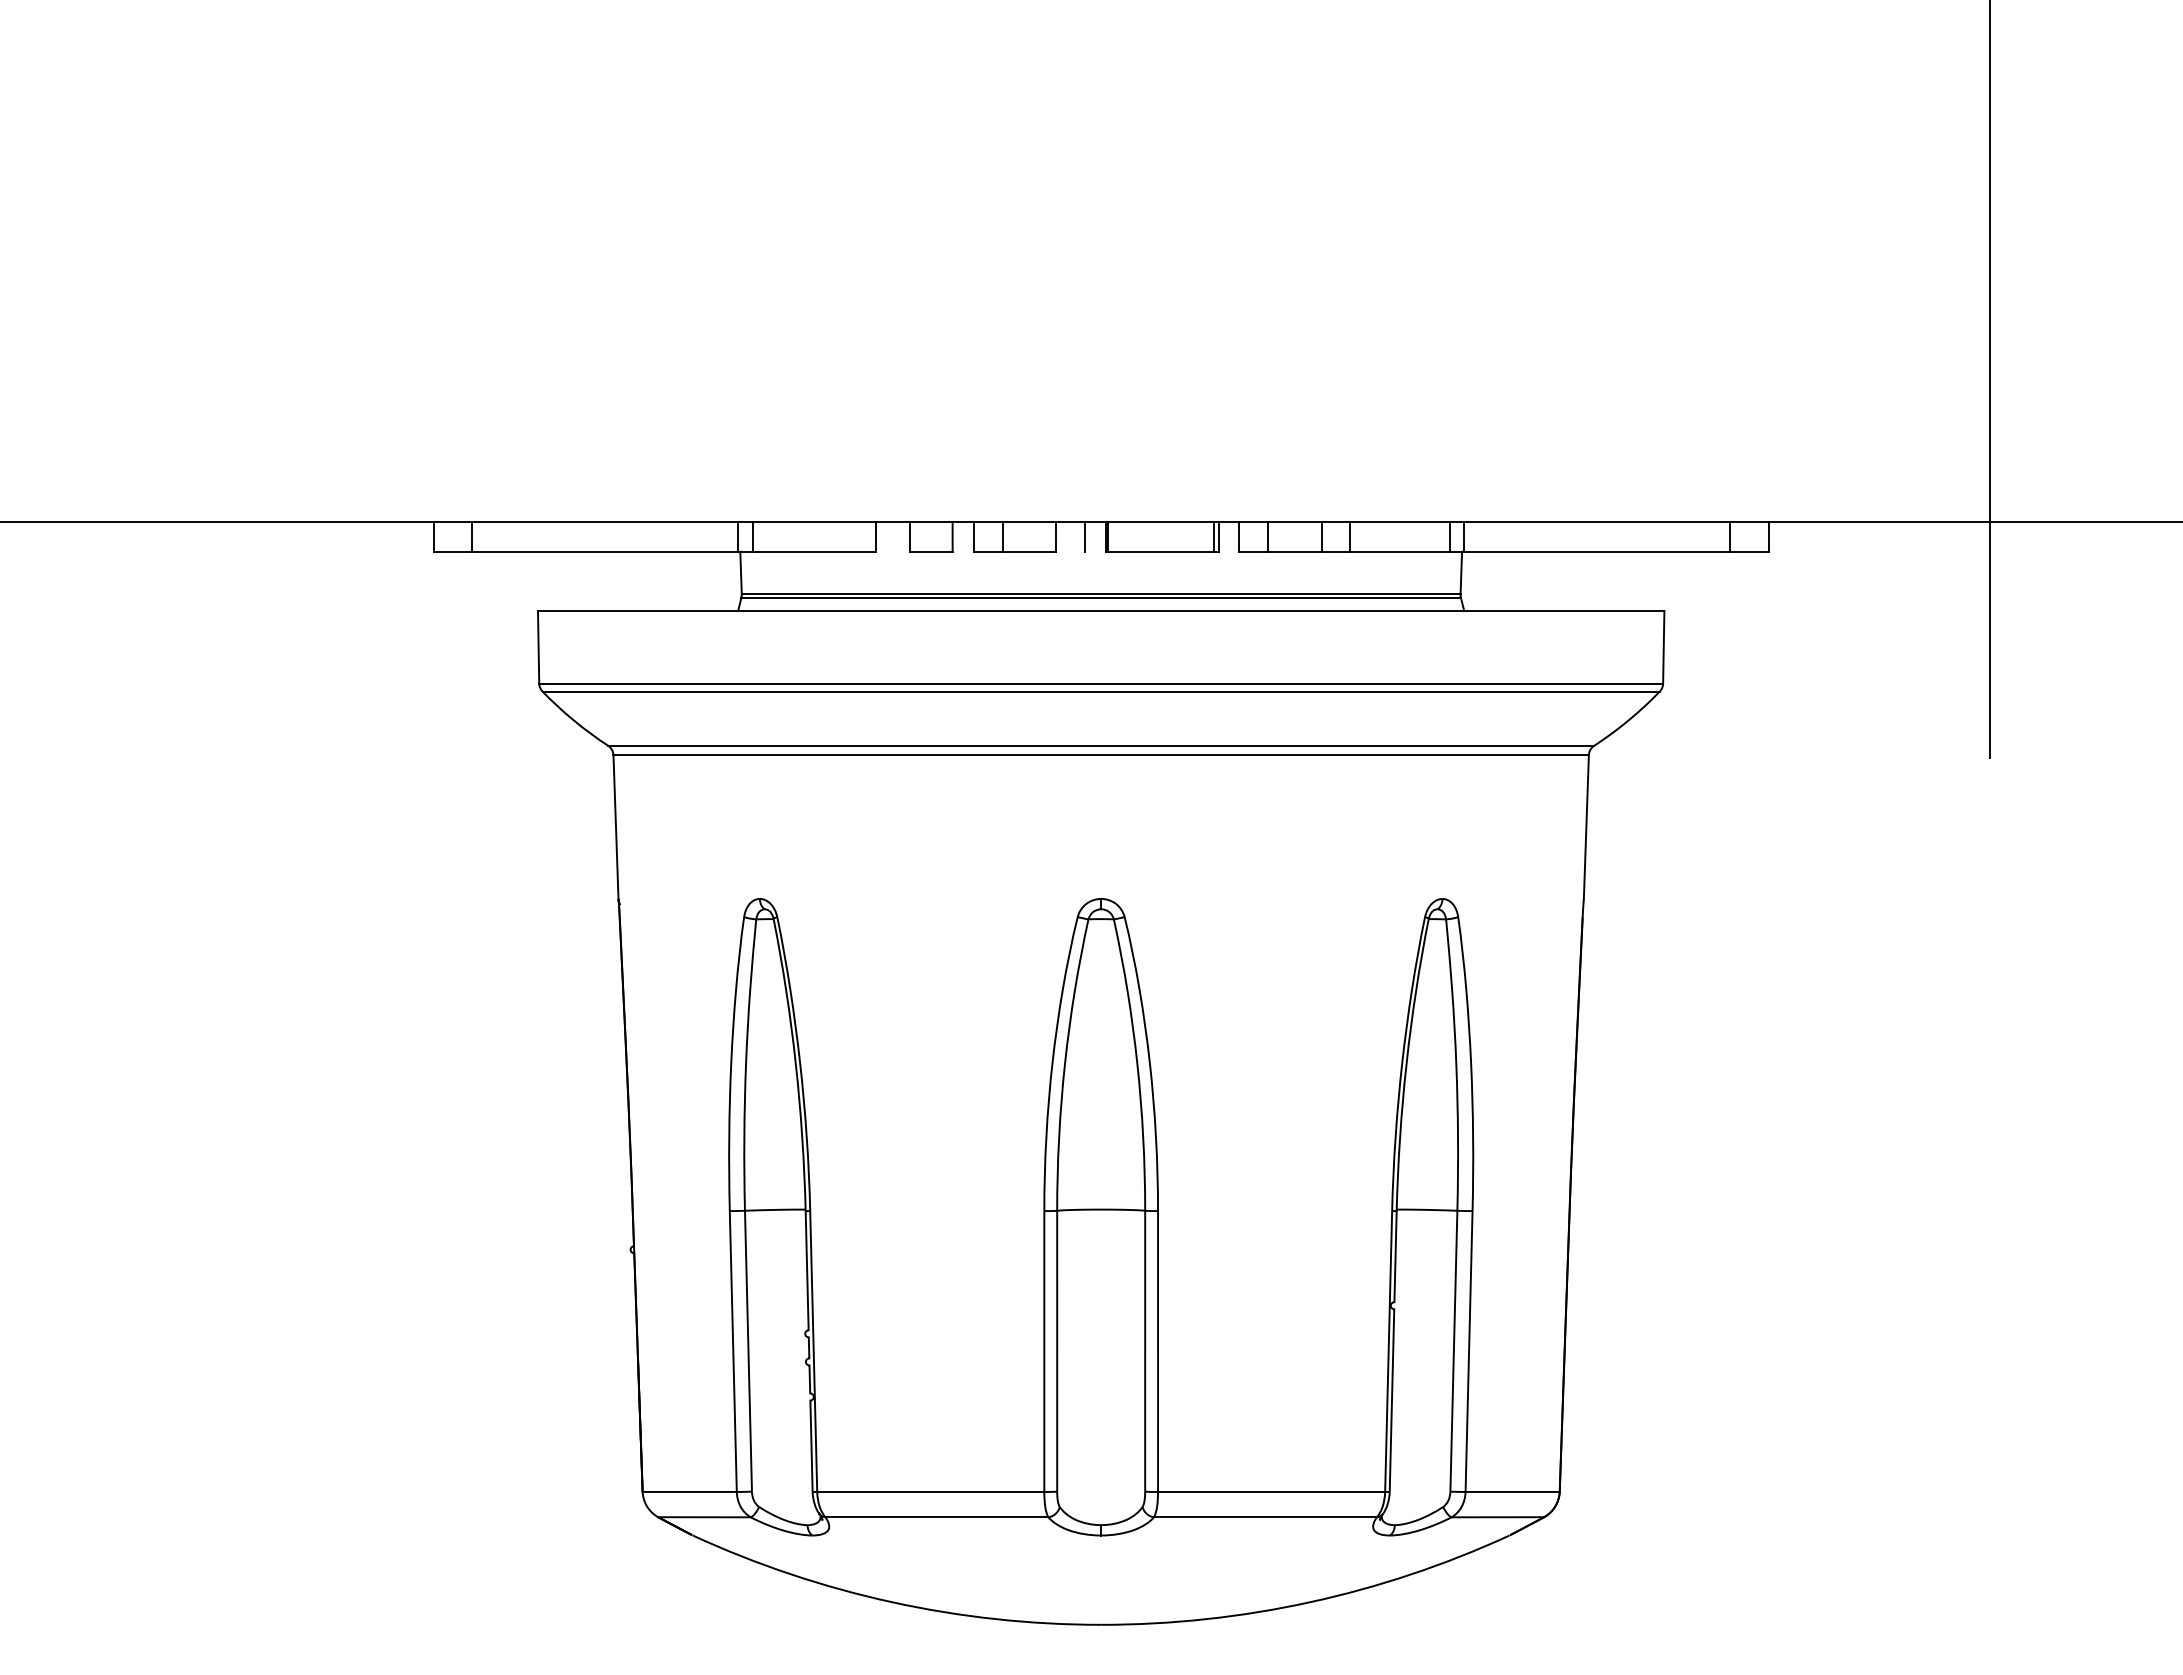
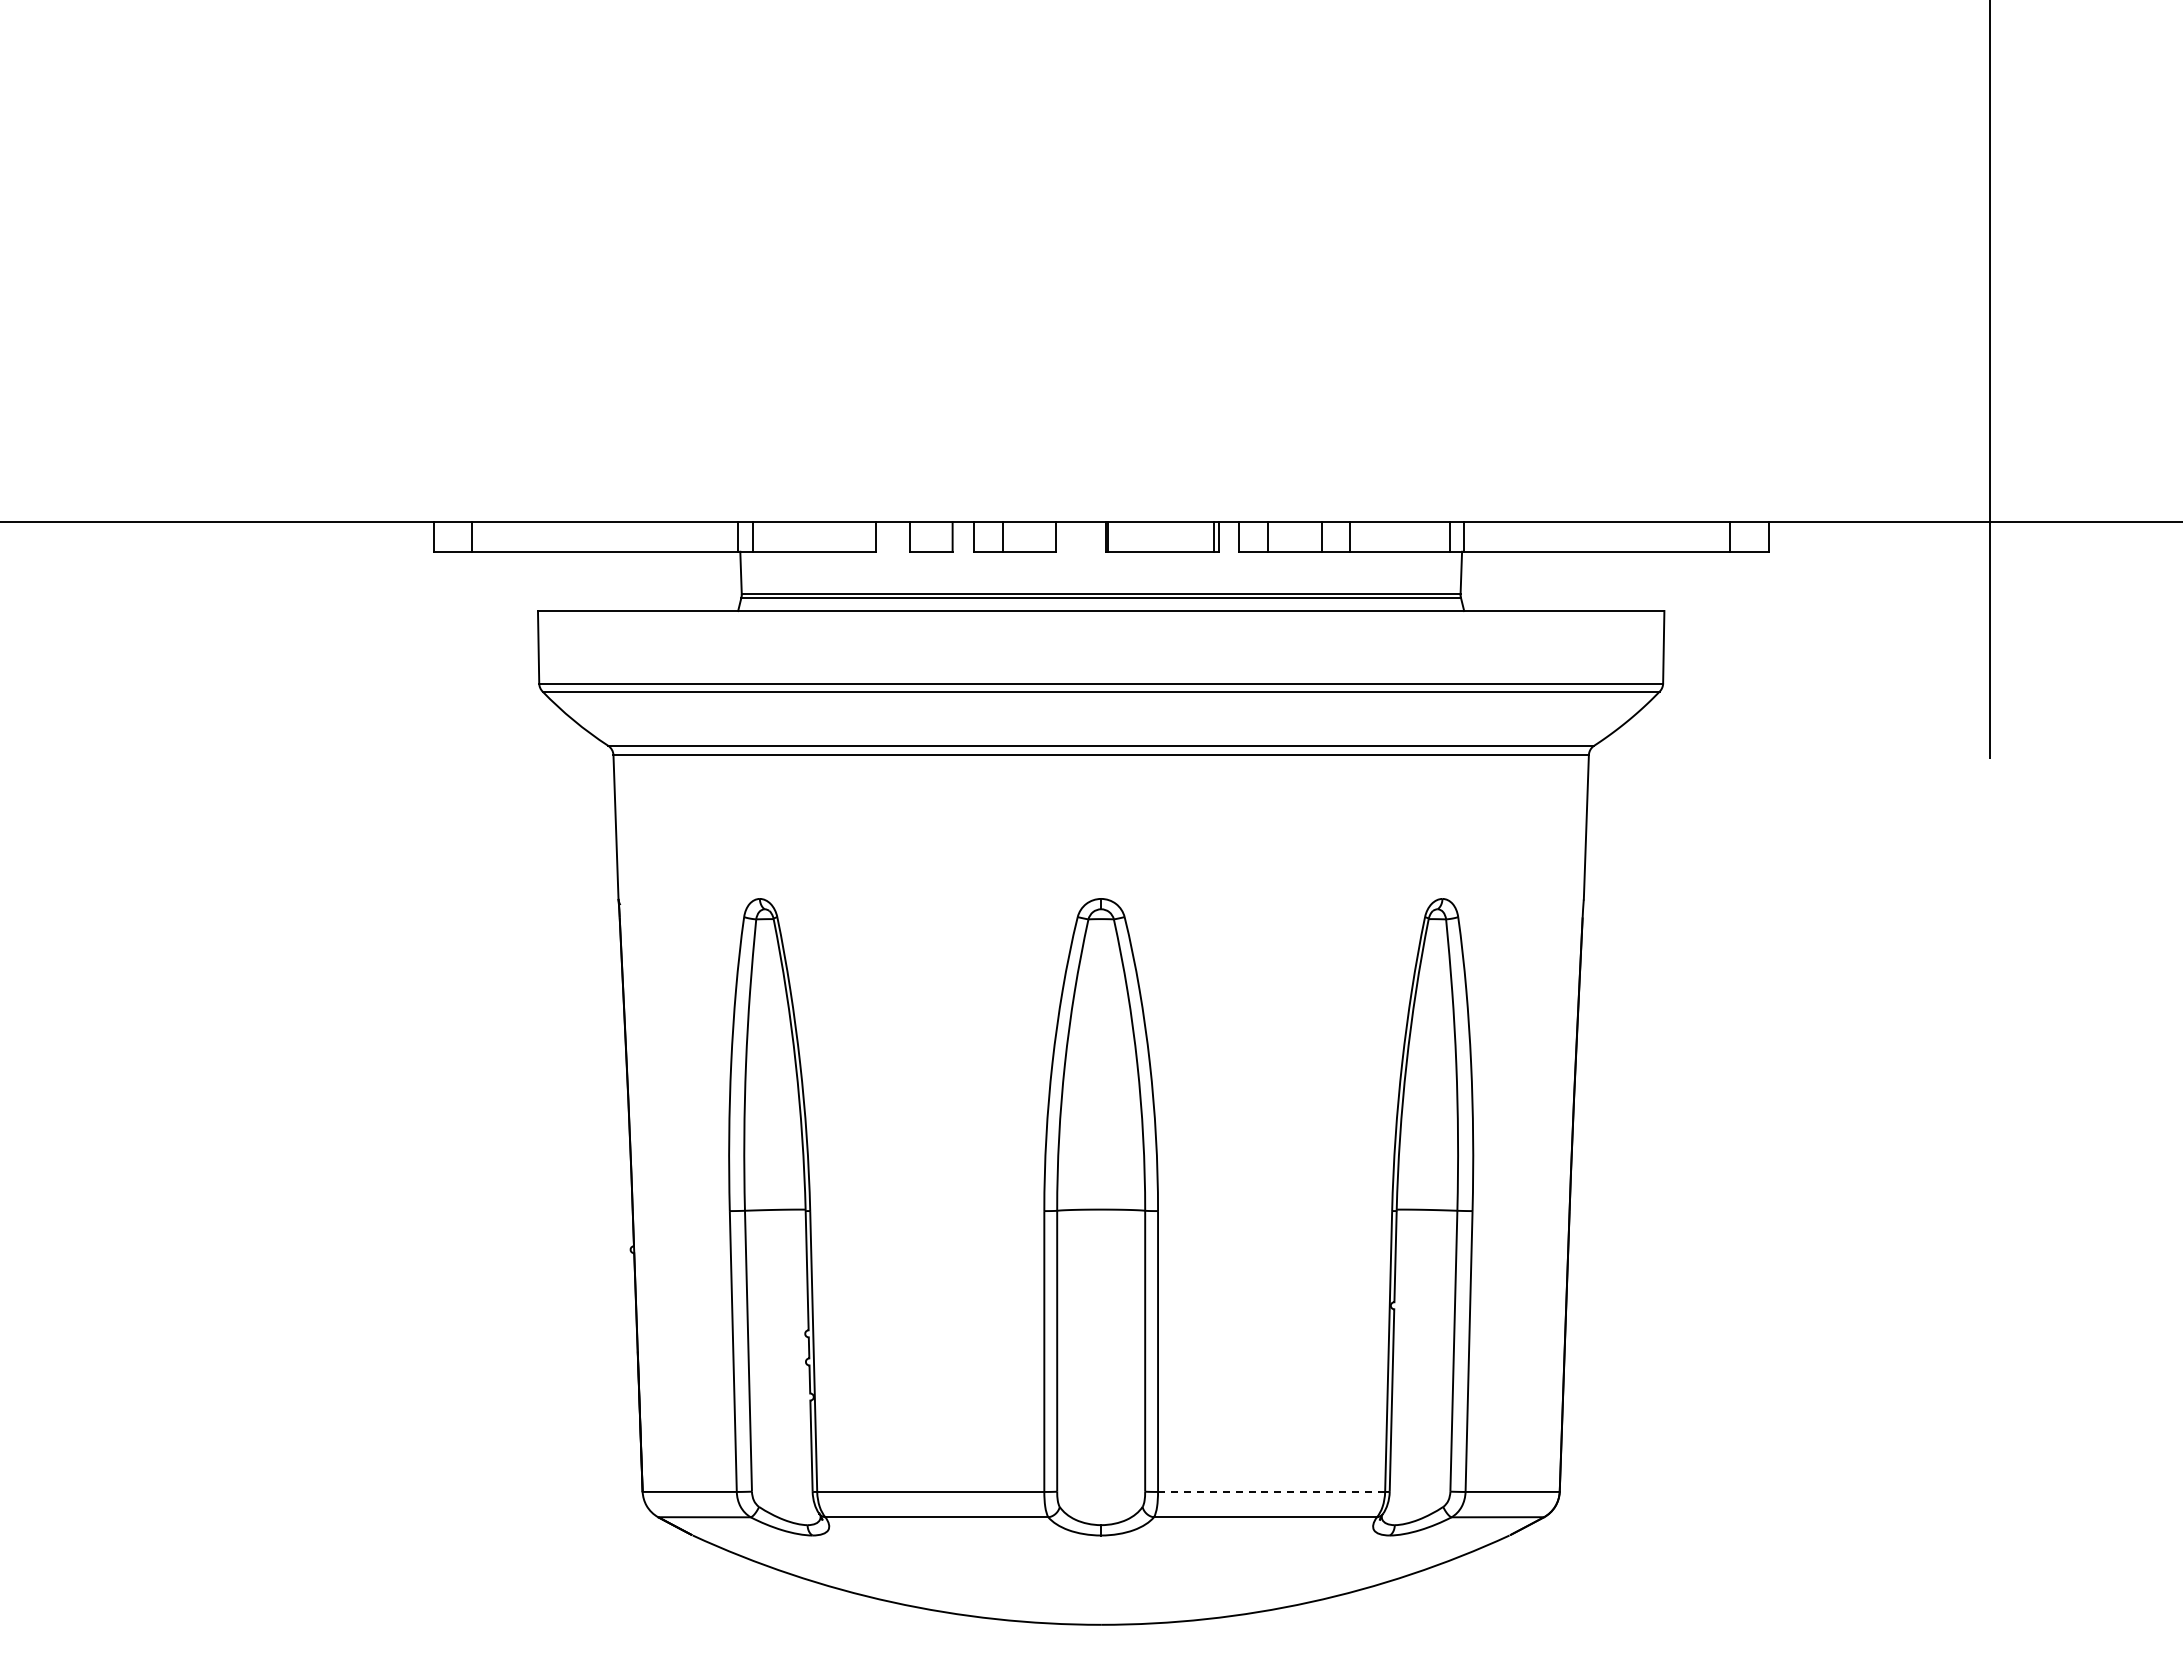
line at (1084, 536): present -> none
line at (1271, 1491): solid -> dashed
